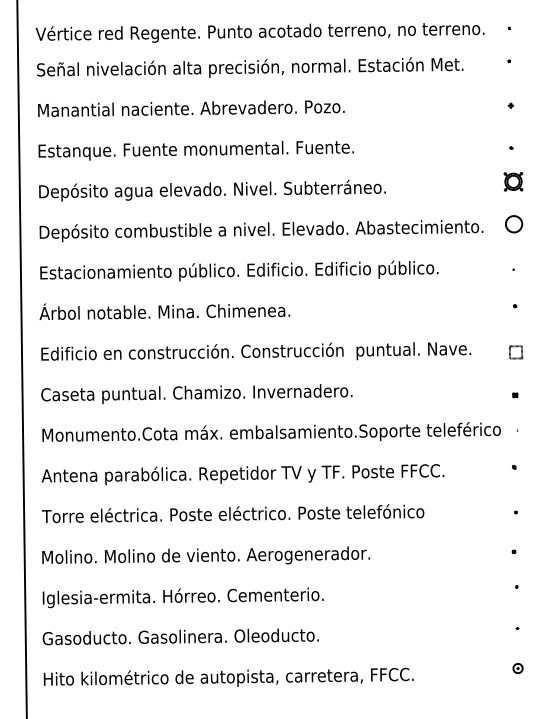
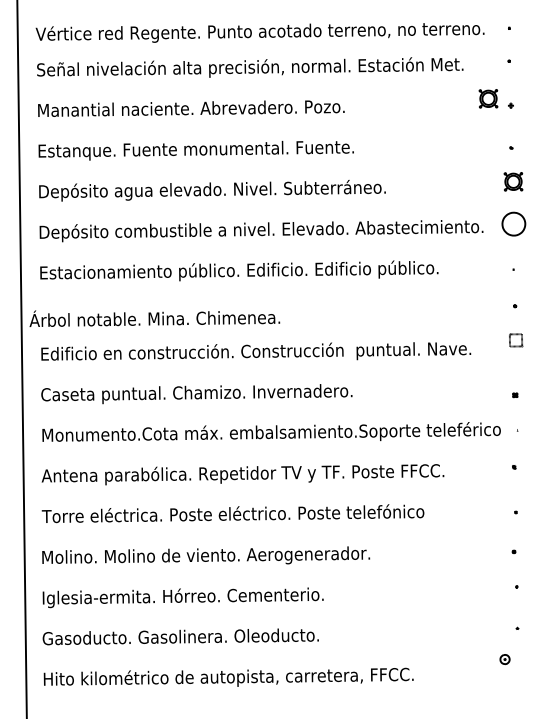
part at (488, 98): none -> present
part at (514, 224) size: 19x19 px -> 26x26 px
text at (164, 311) position: (164, 311) -> (154, 318)
part at (516, 352) position: (516, 352) -> (516, 340)
part at (517, 668) position: (517, 668) -> (504, 659)
